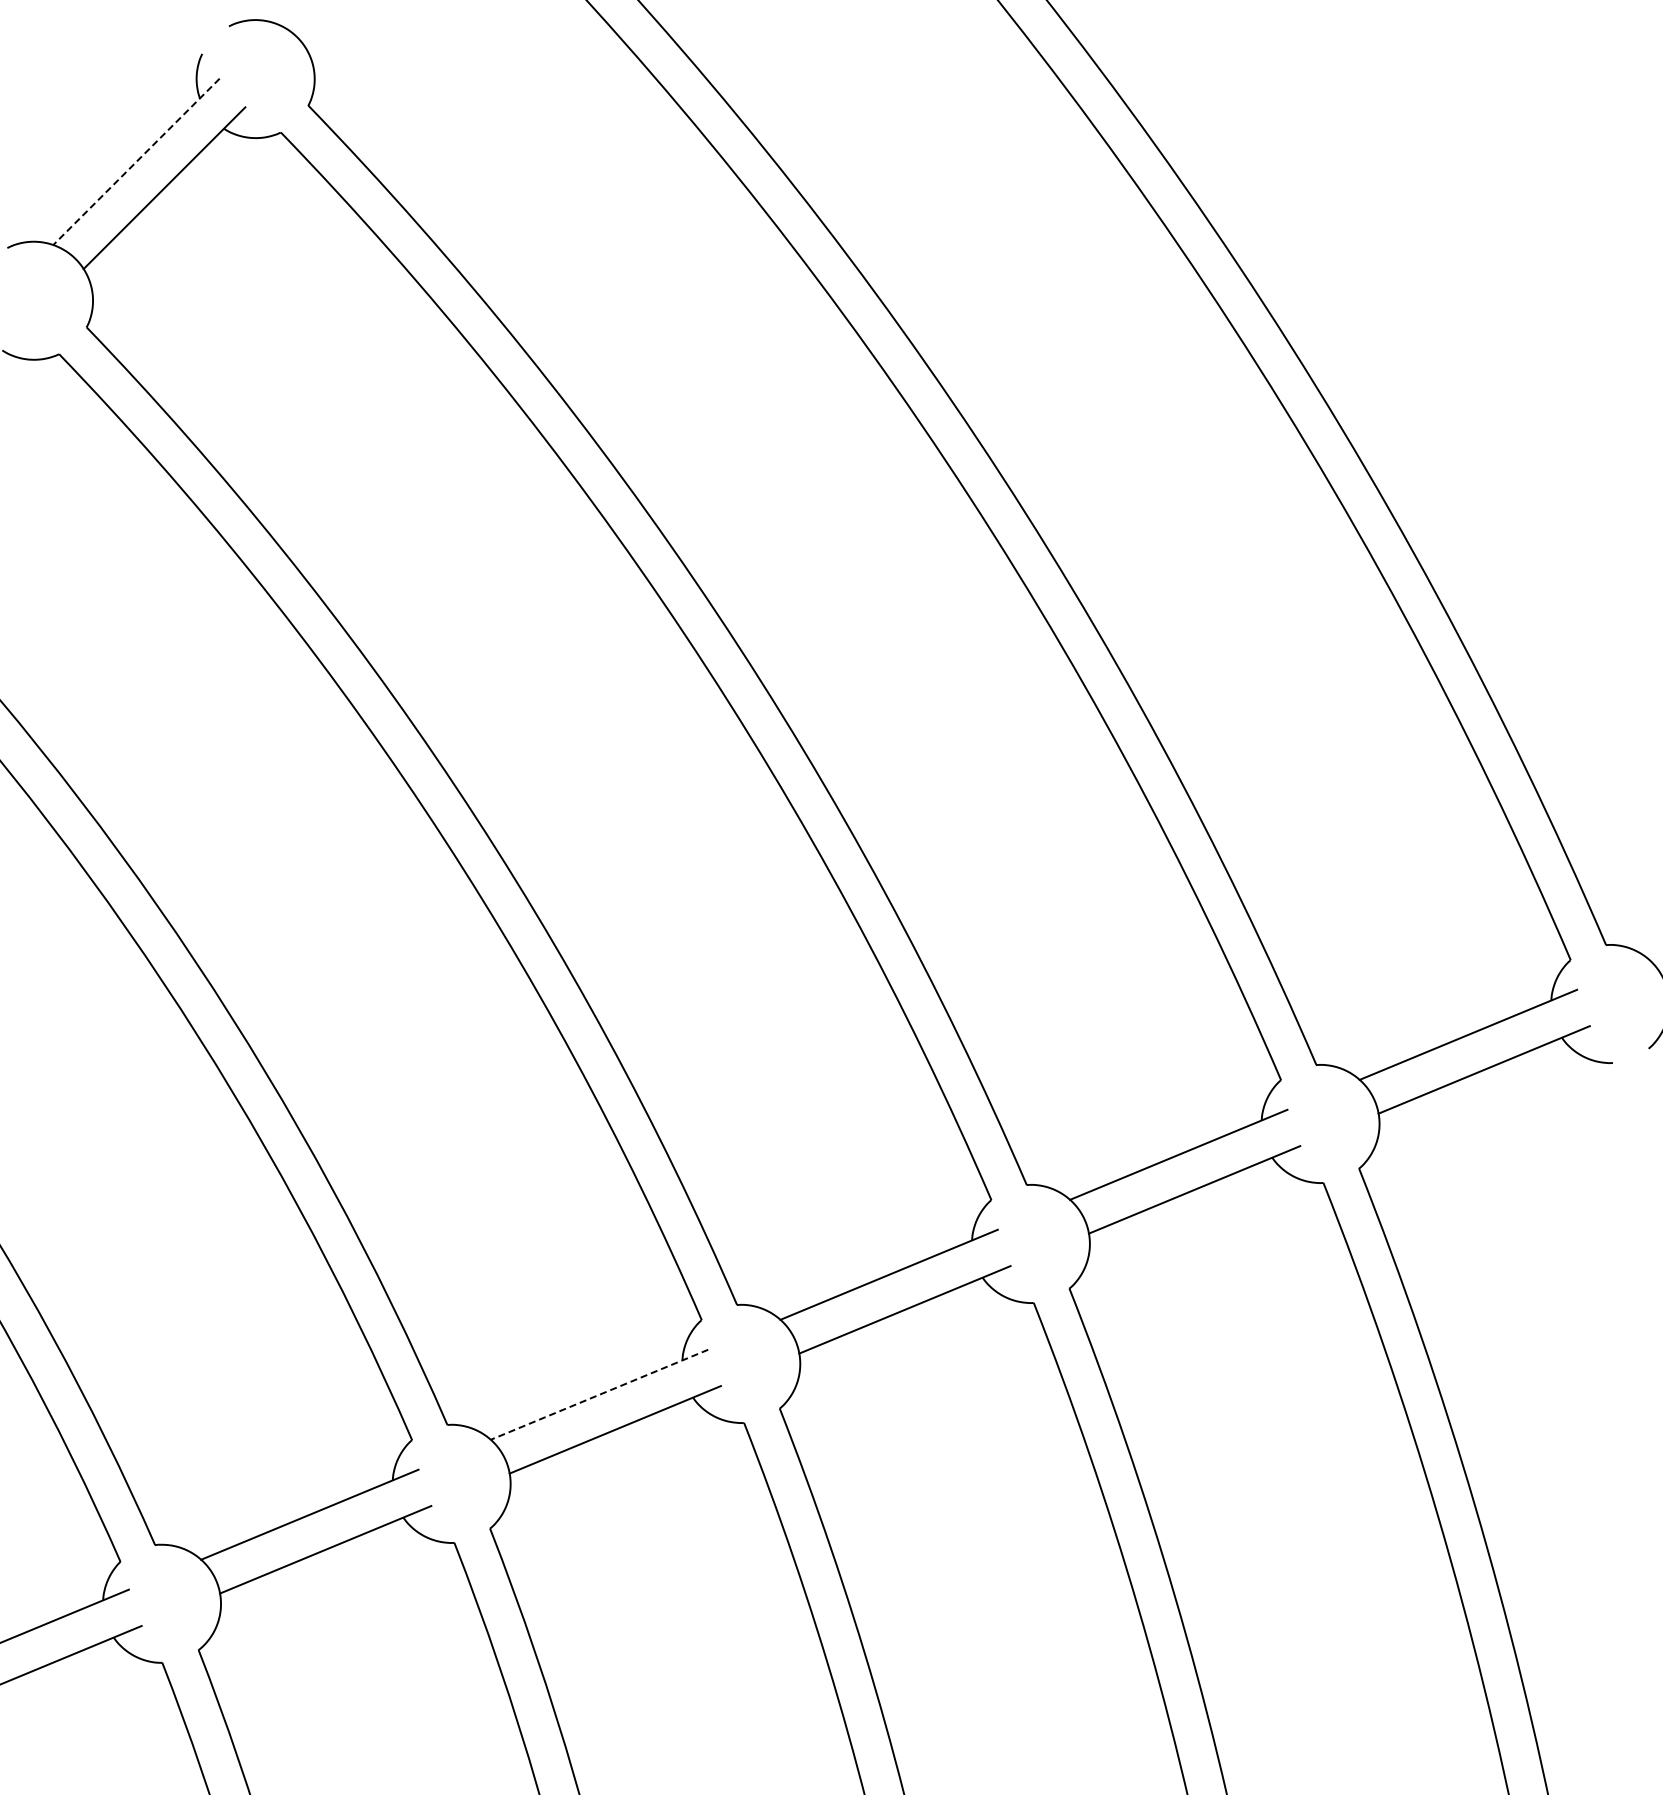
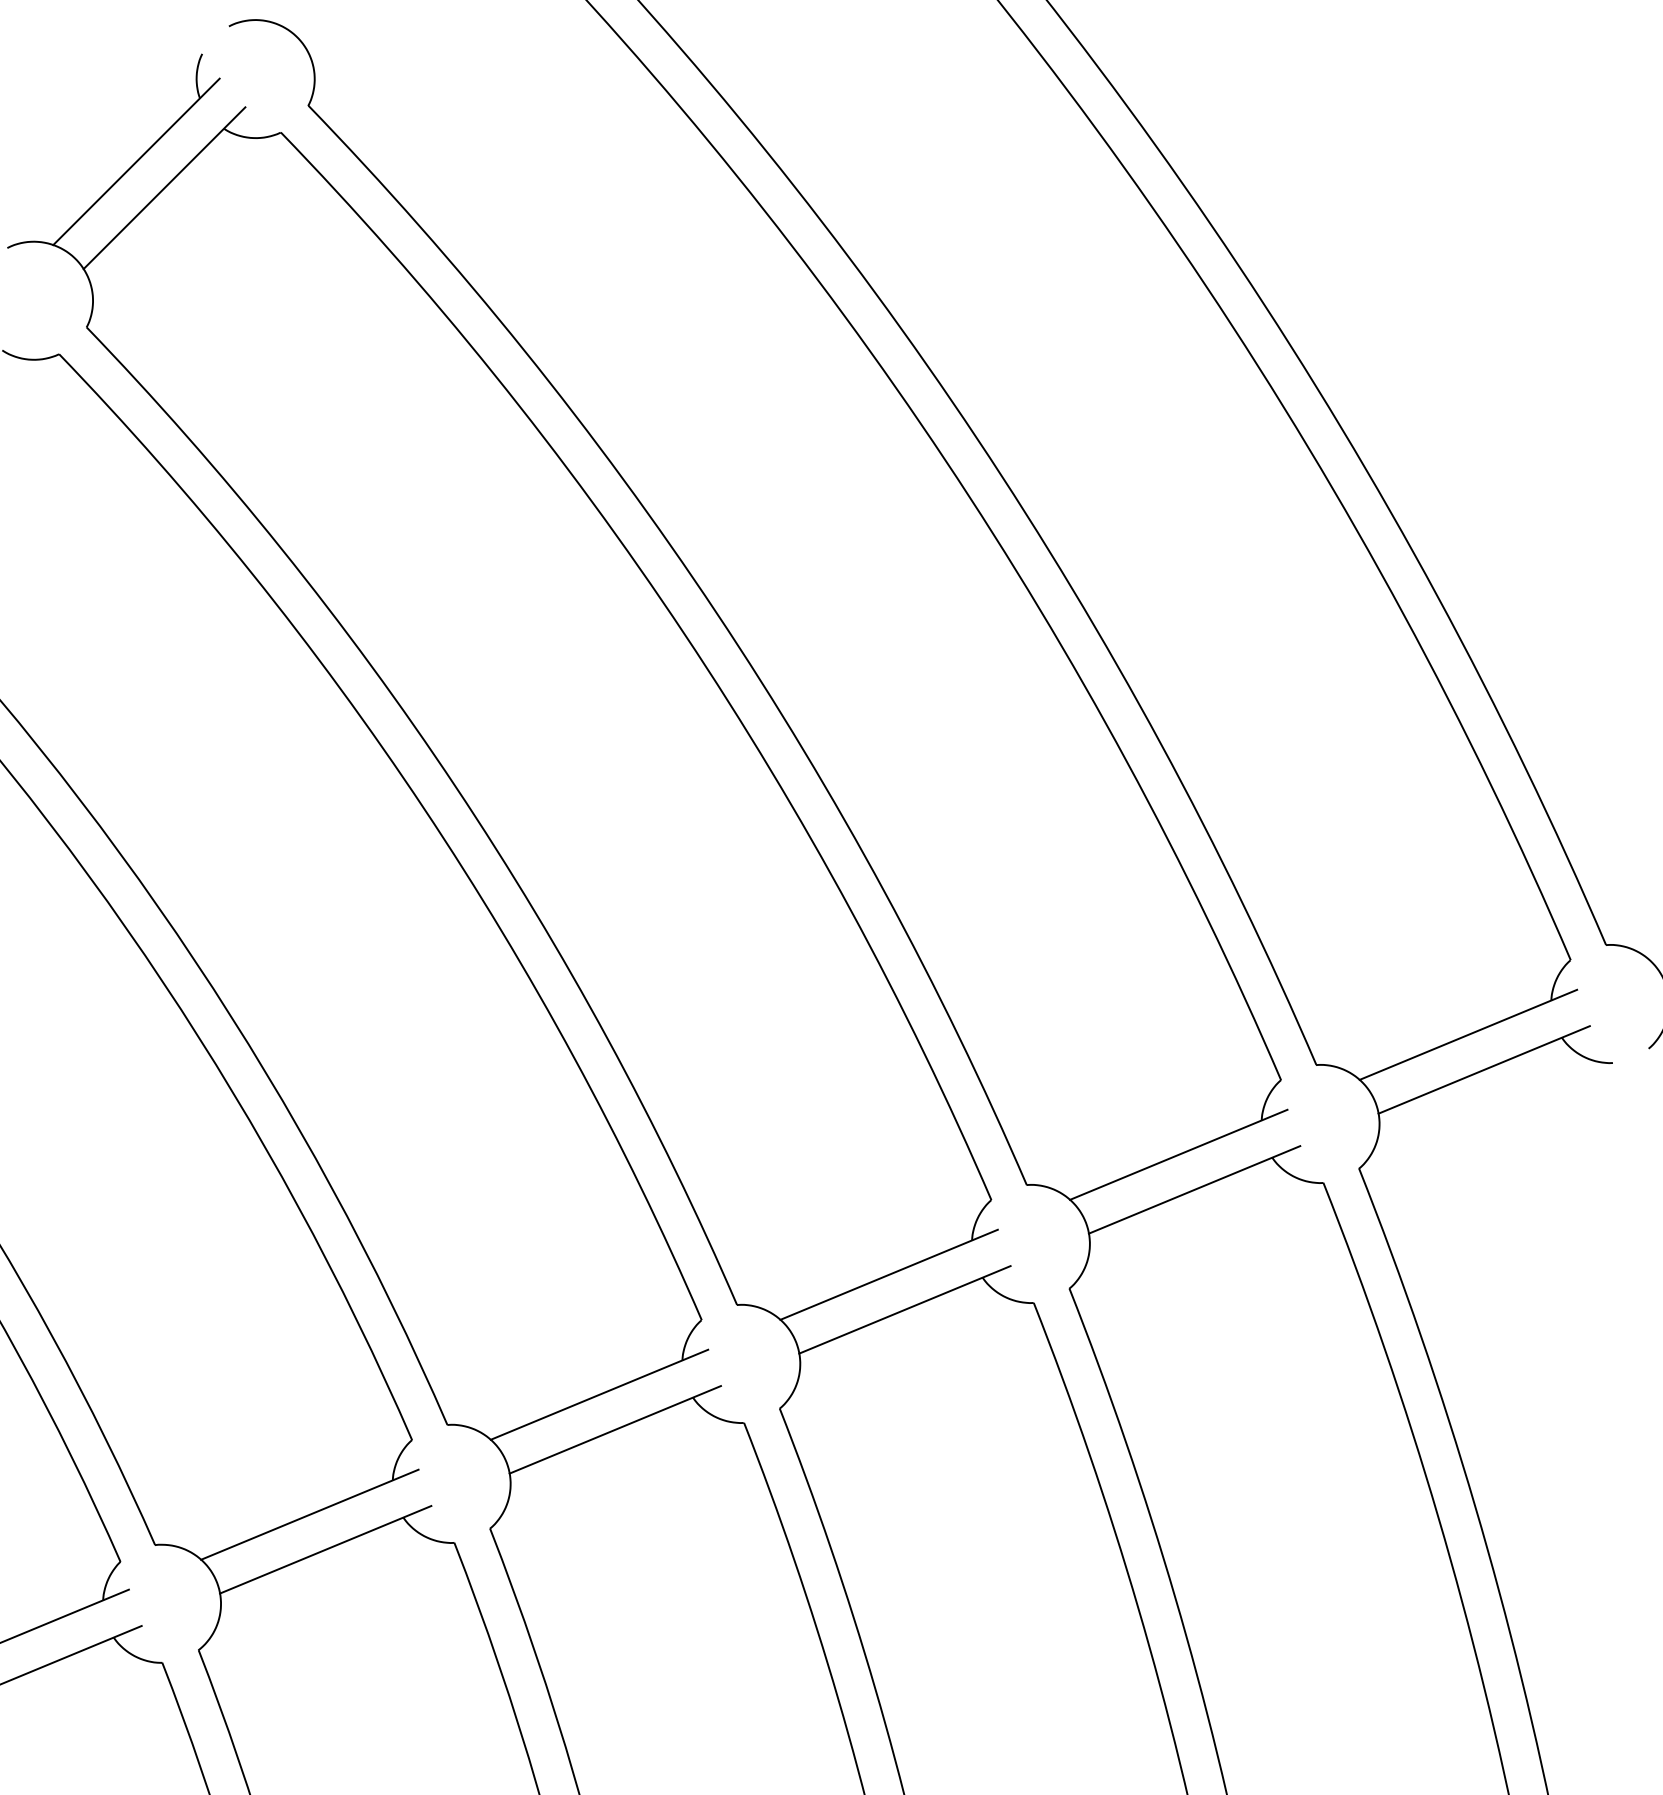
line at (136, 161): dashed -> solid
line at (599, 1394): dashed -> solid
